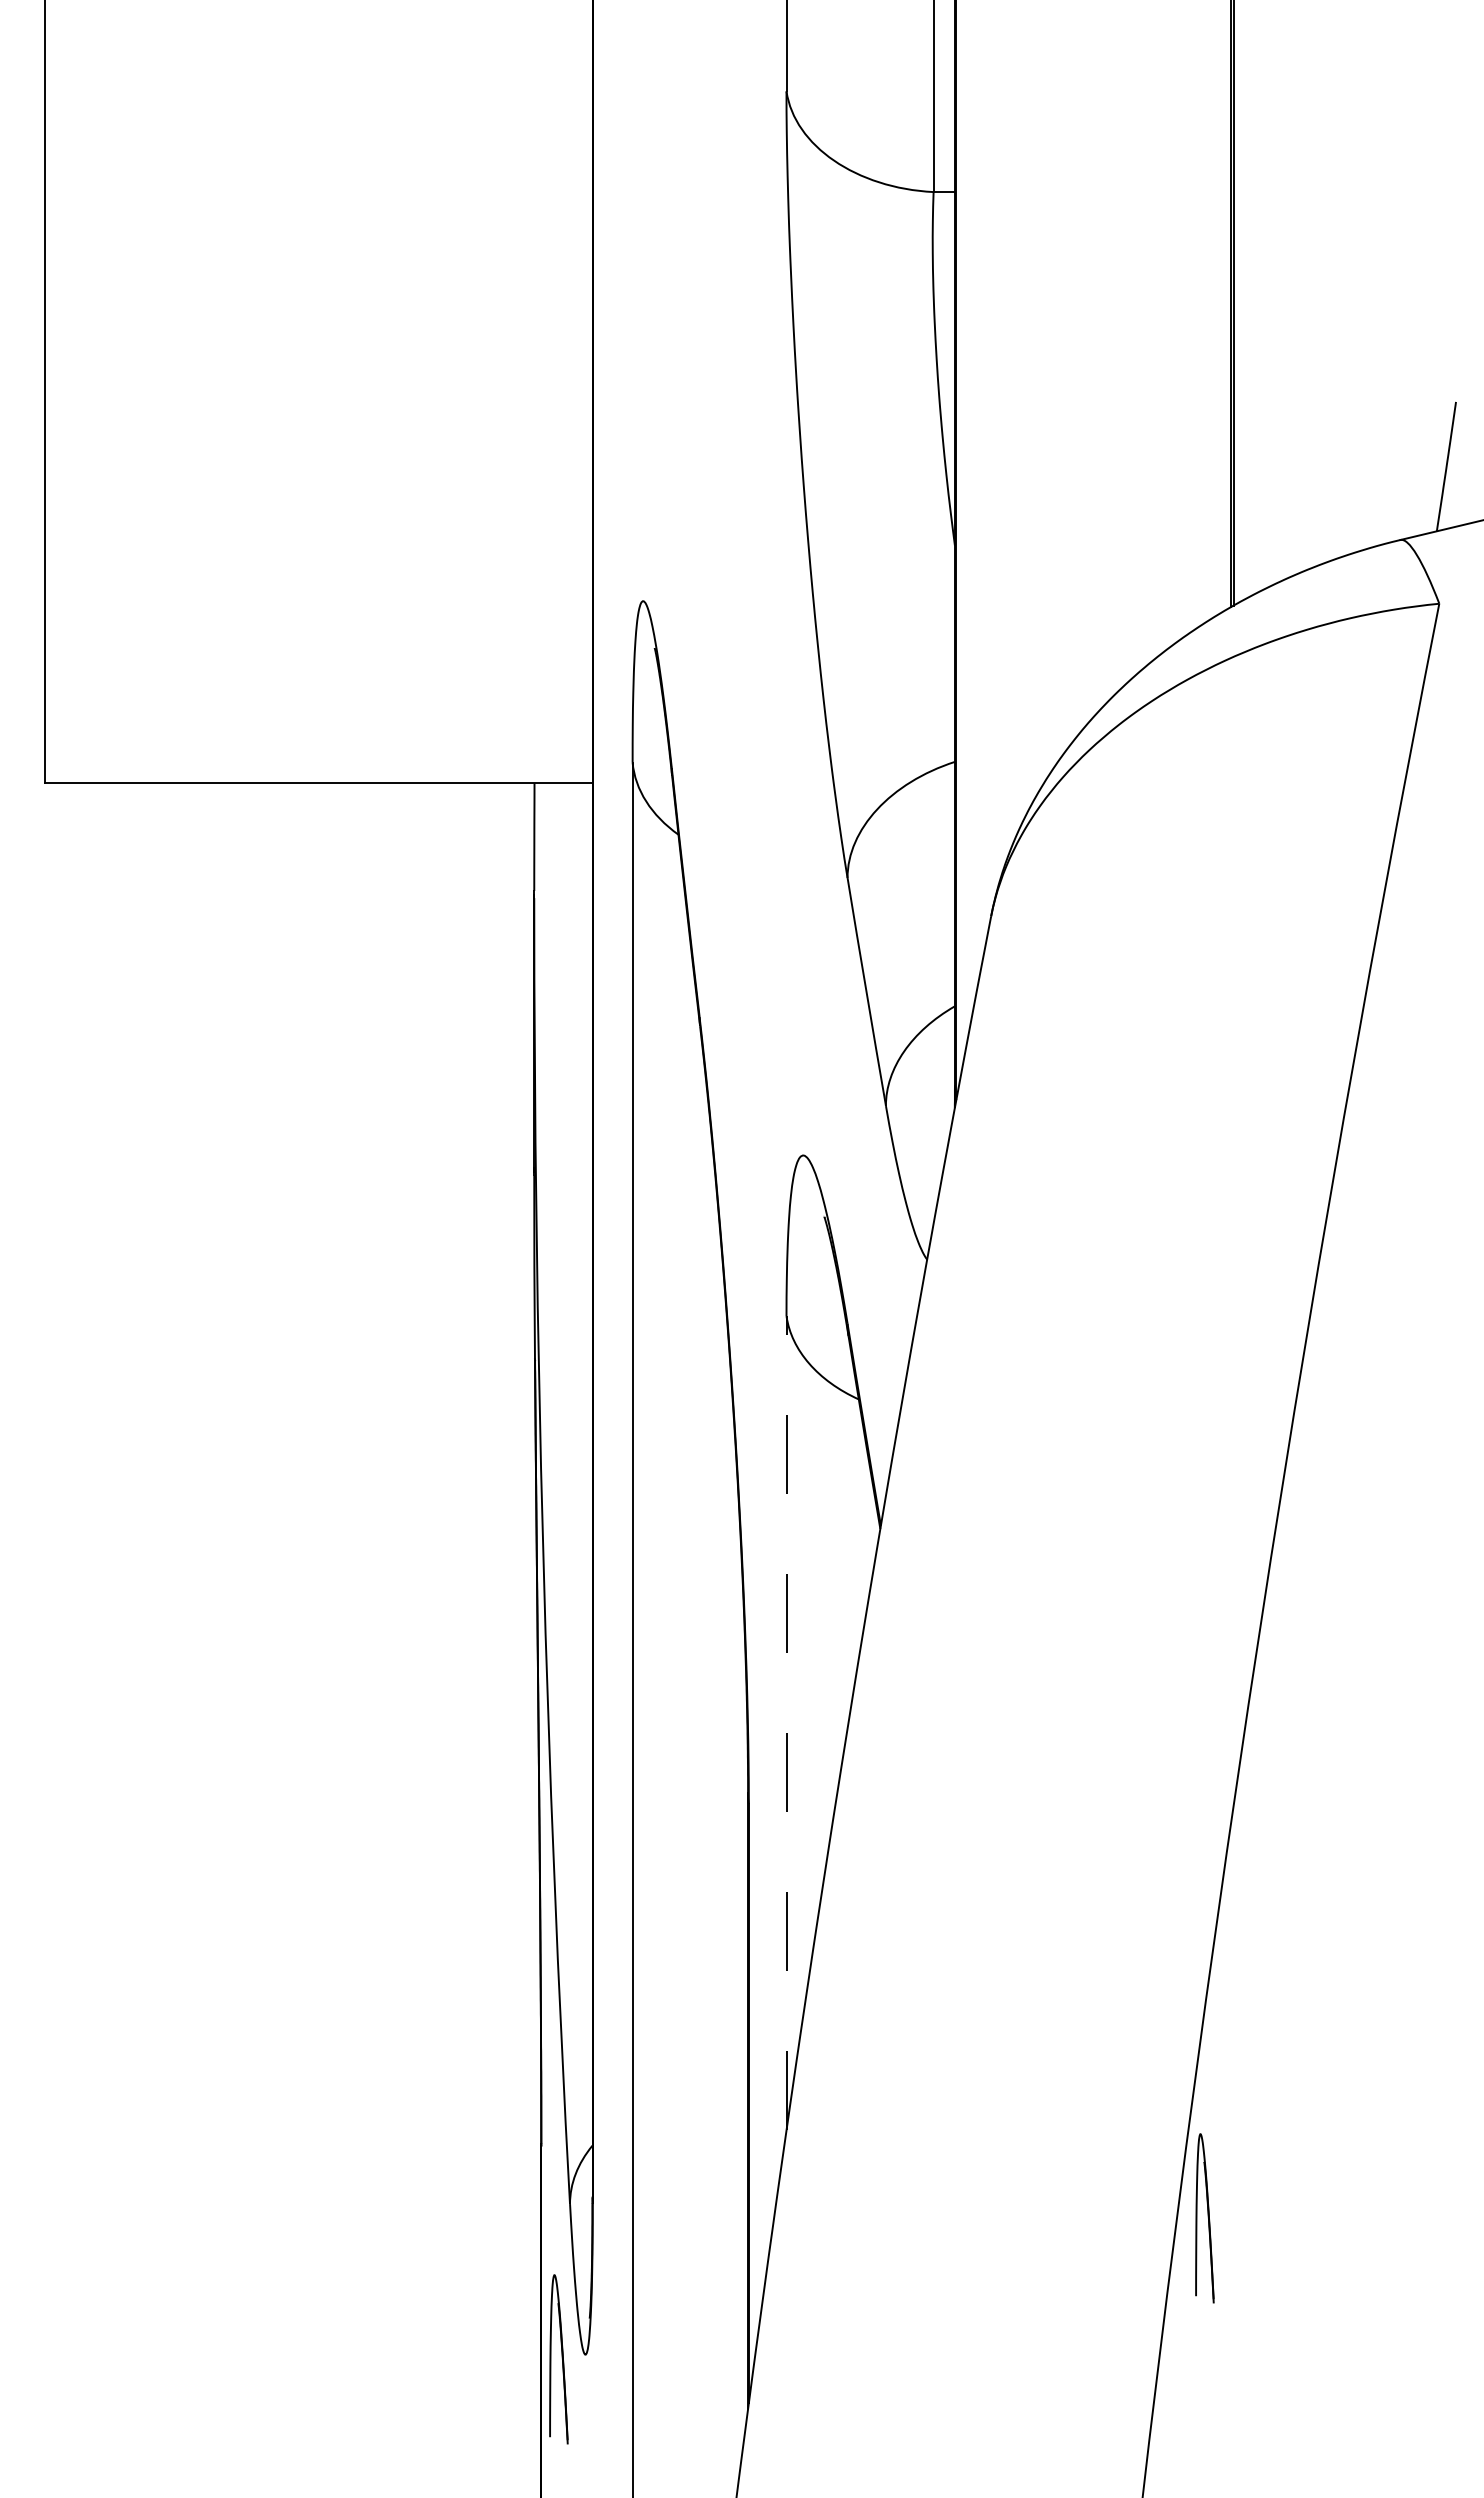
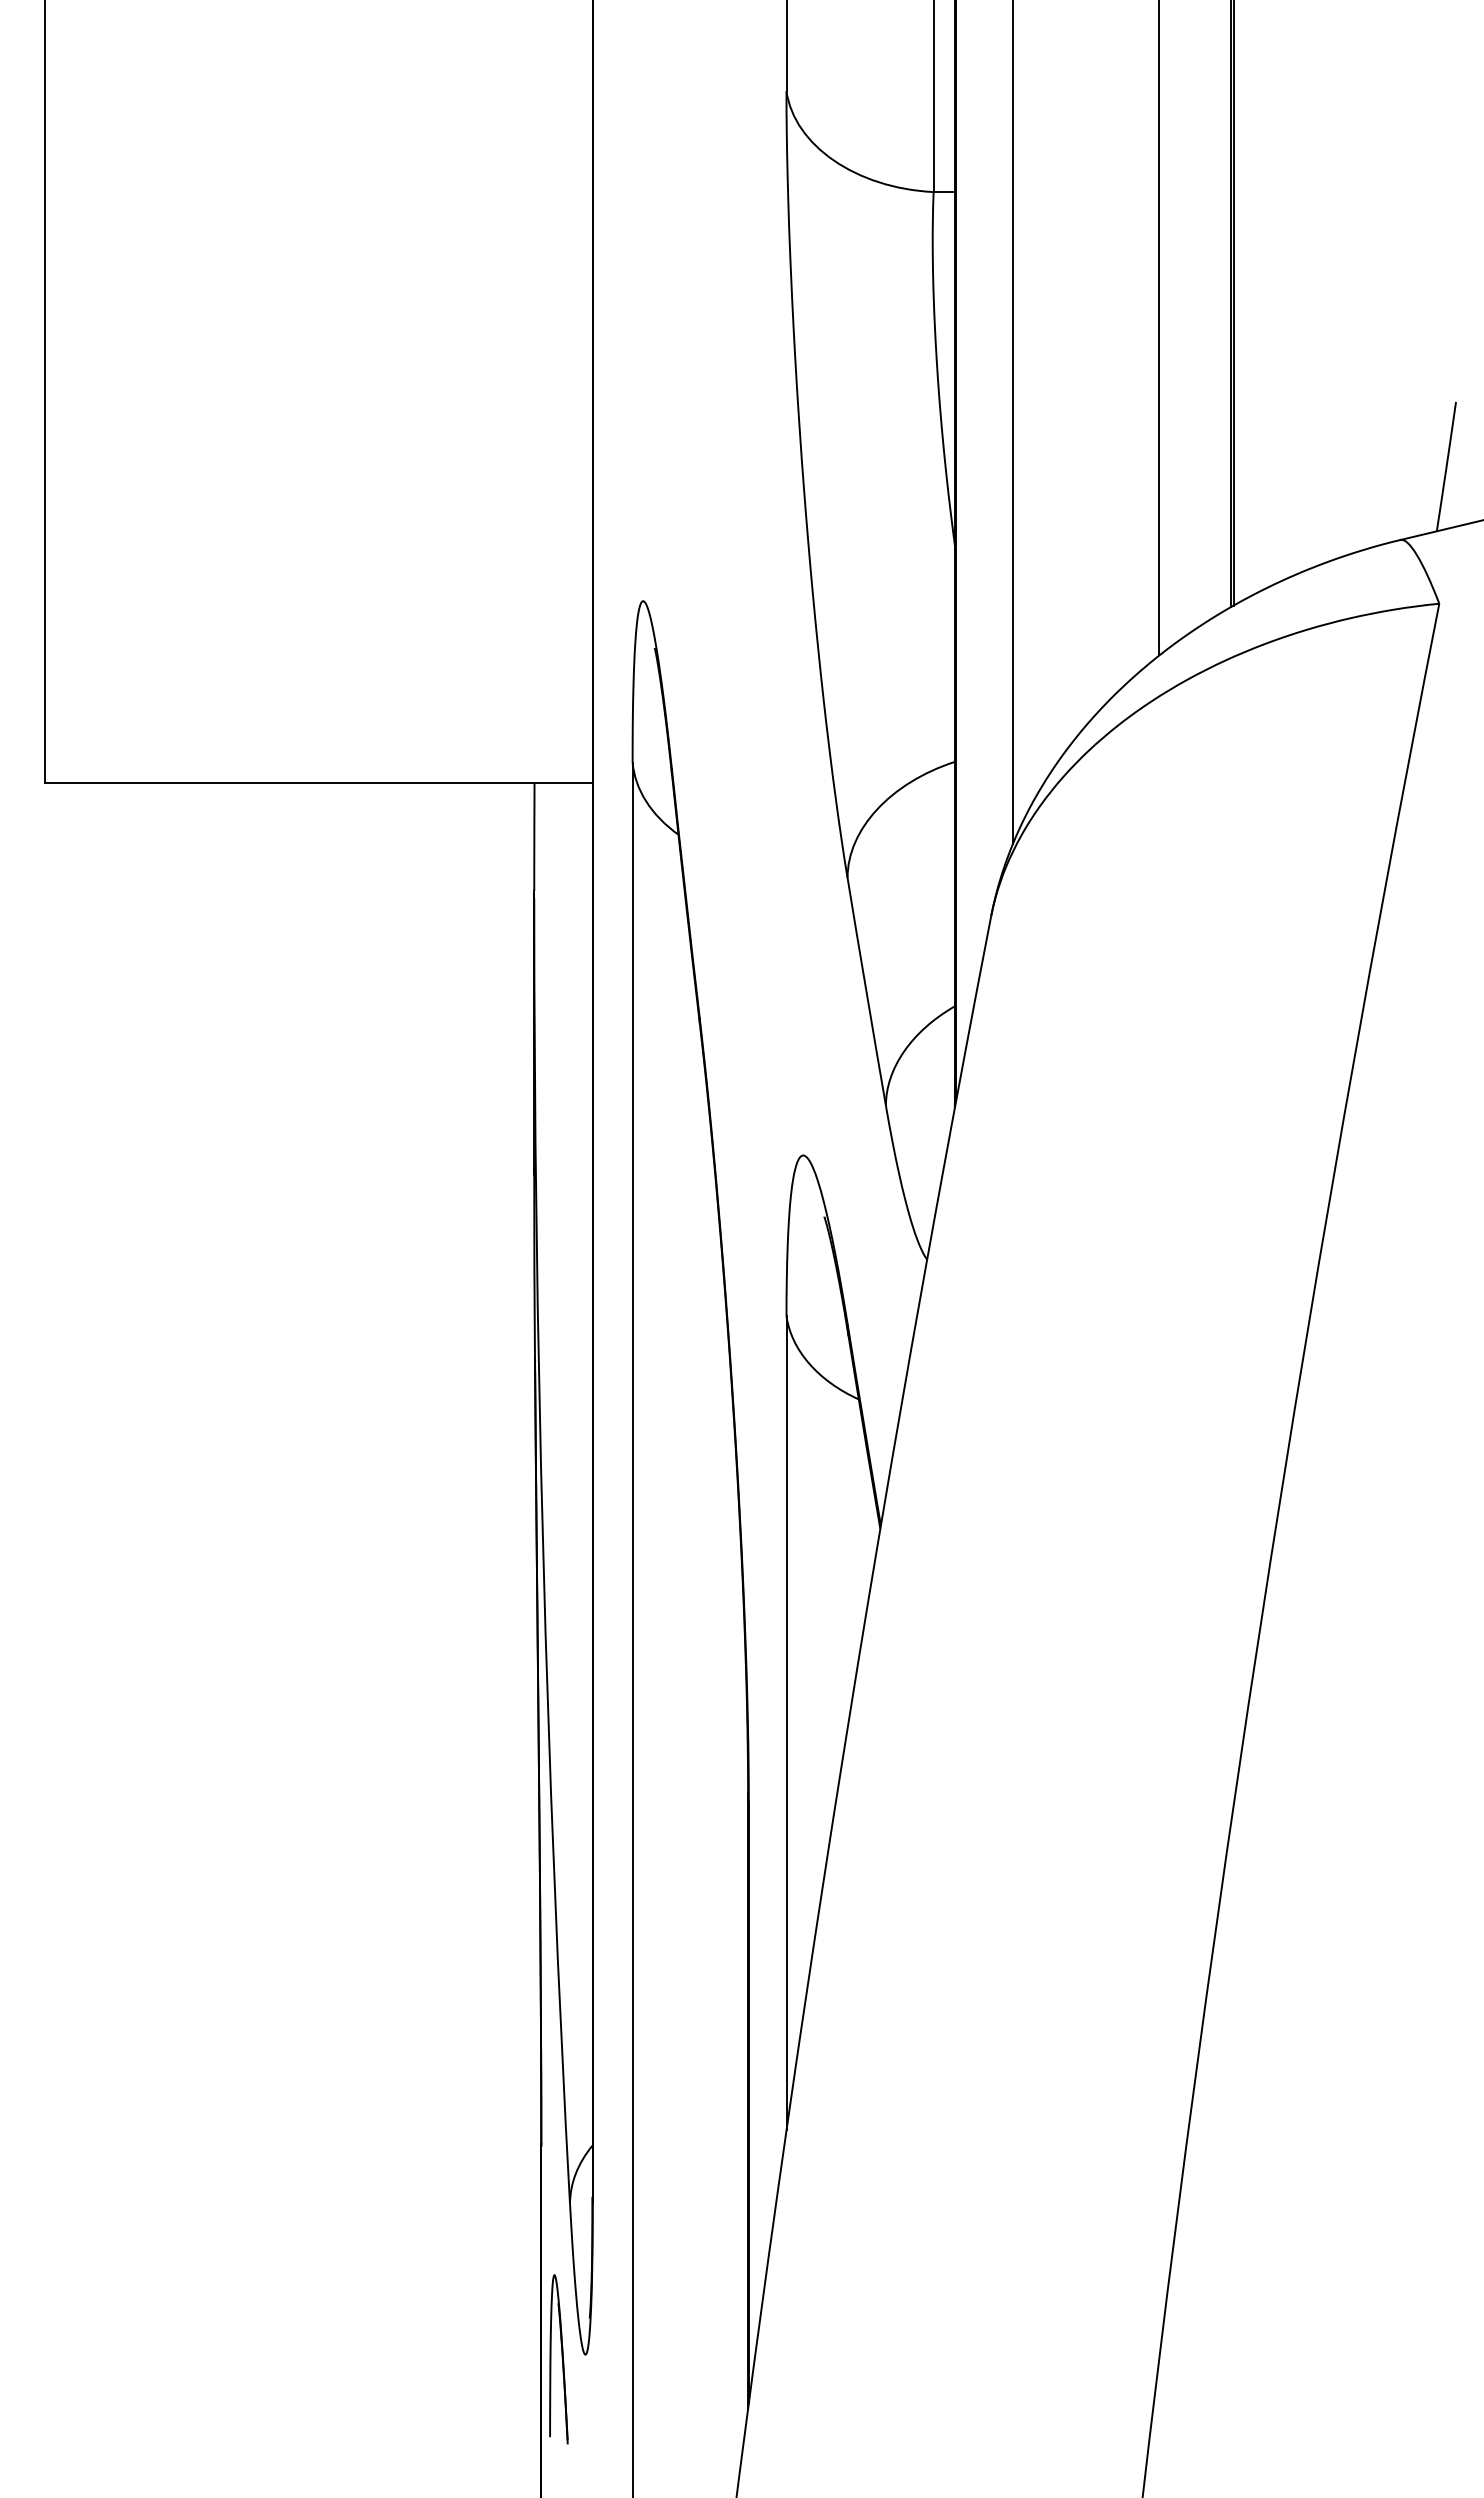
line at (1159, 328): none -> present
line at (1013, 422): none -> present
line at (786, 1722): dashed -> solid
part at (1204, 2218): present -> none
